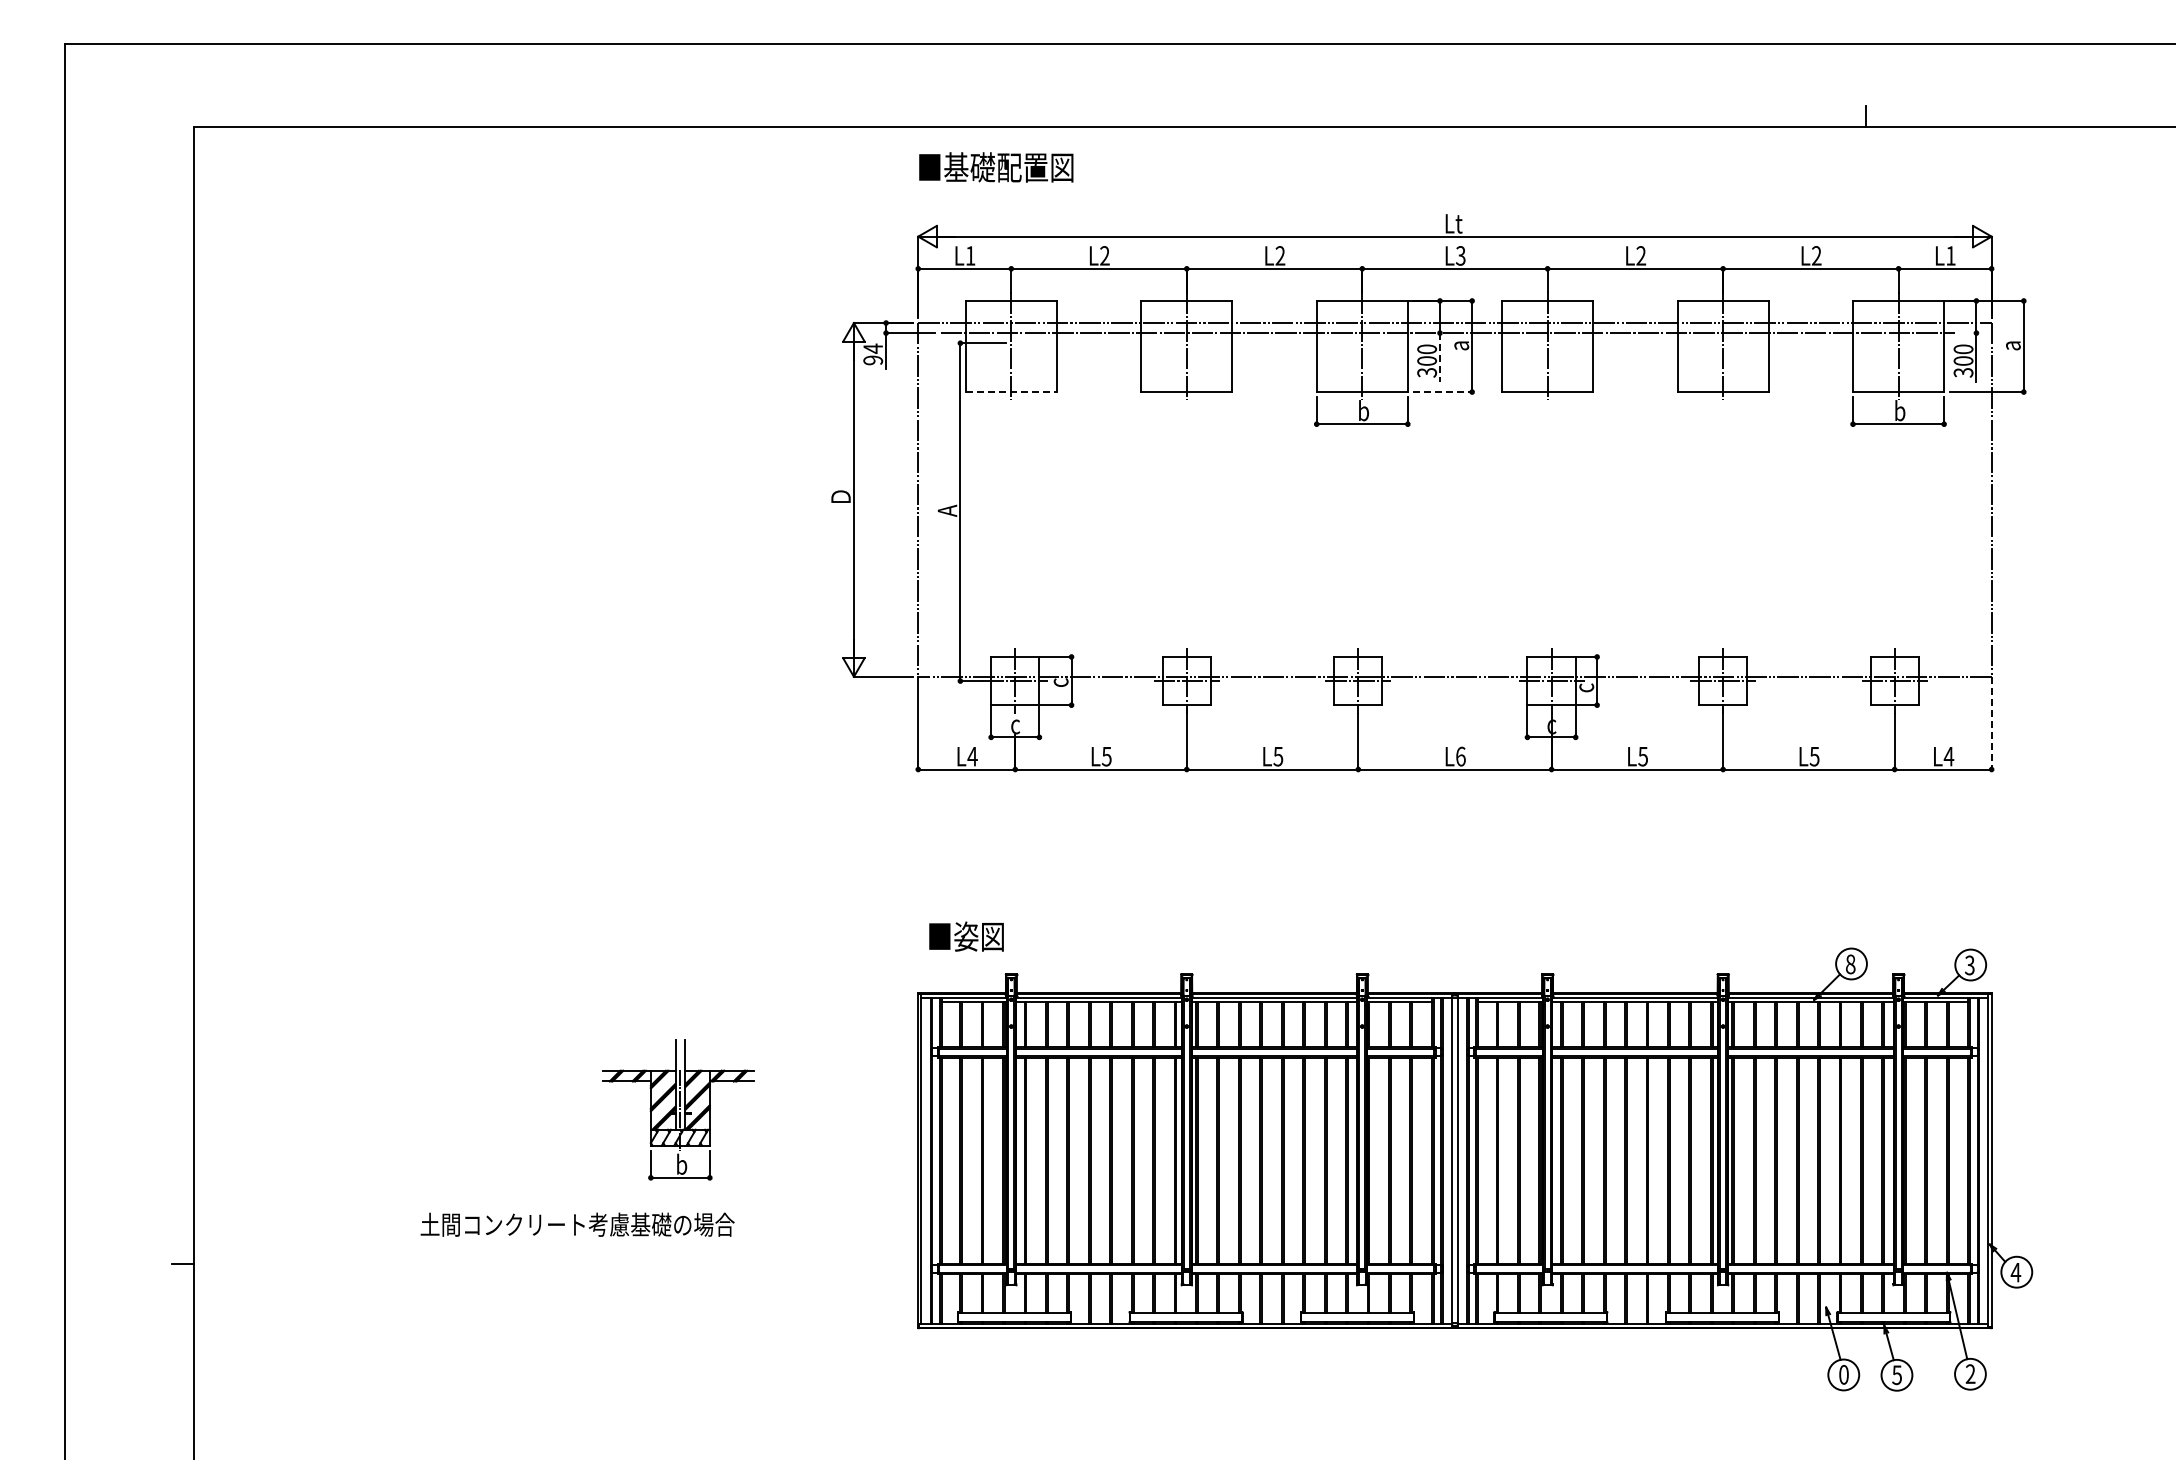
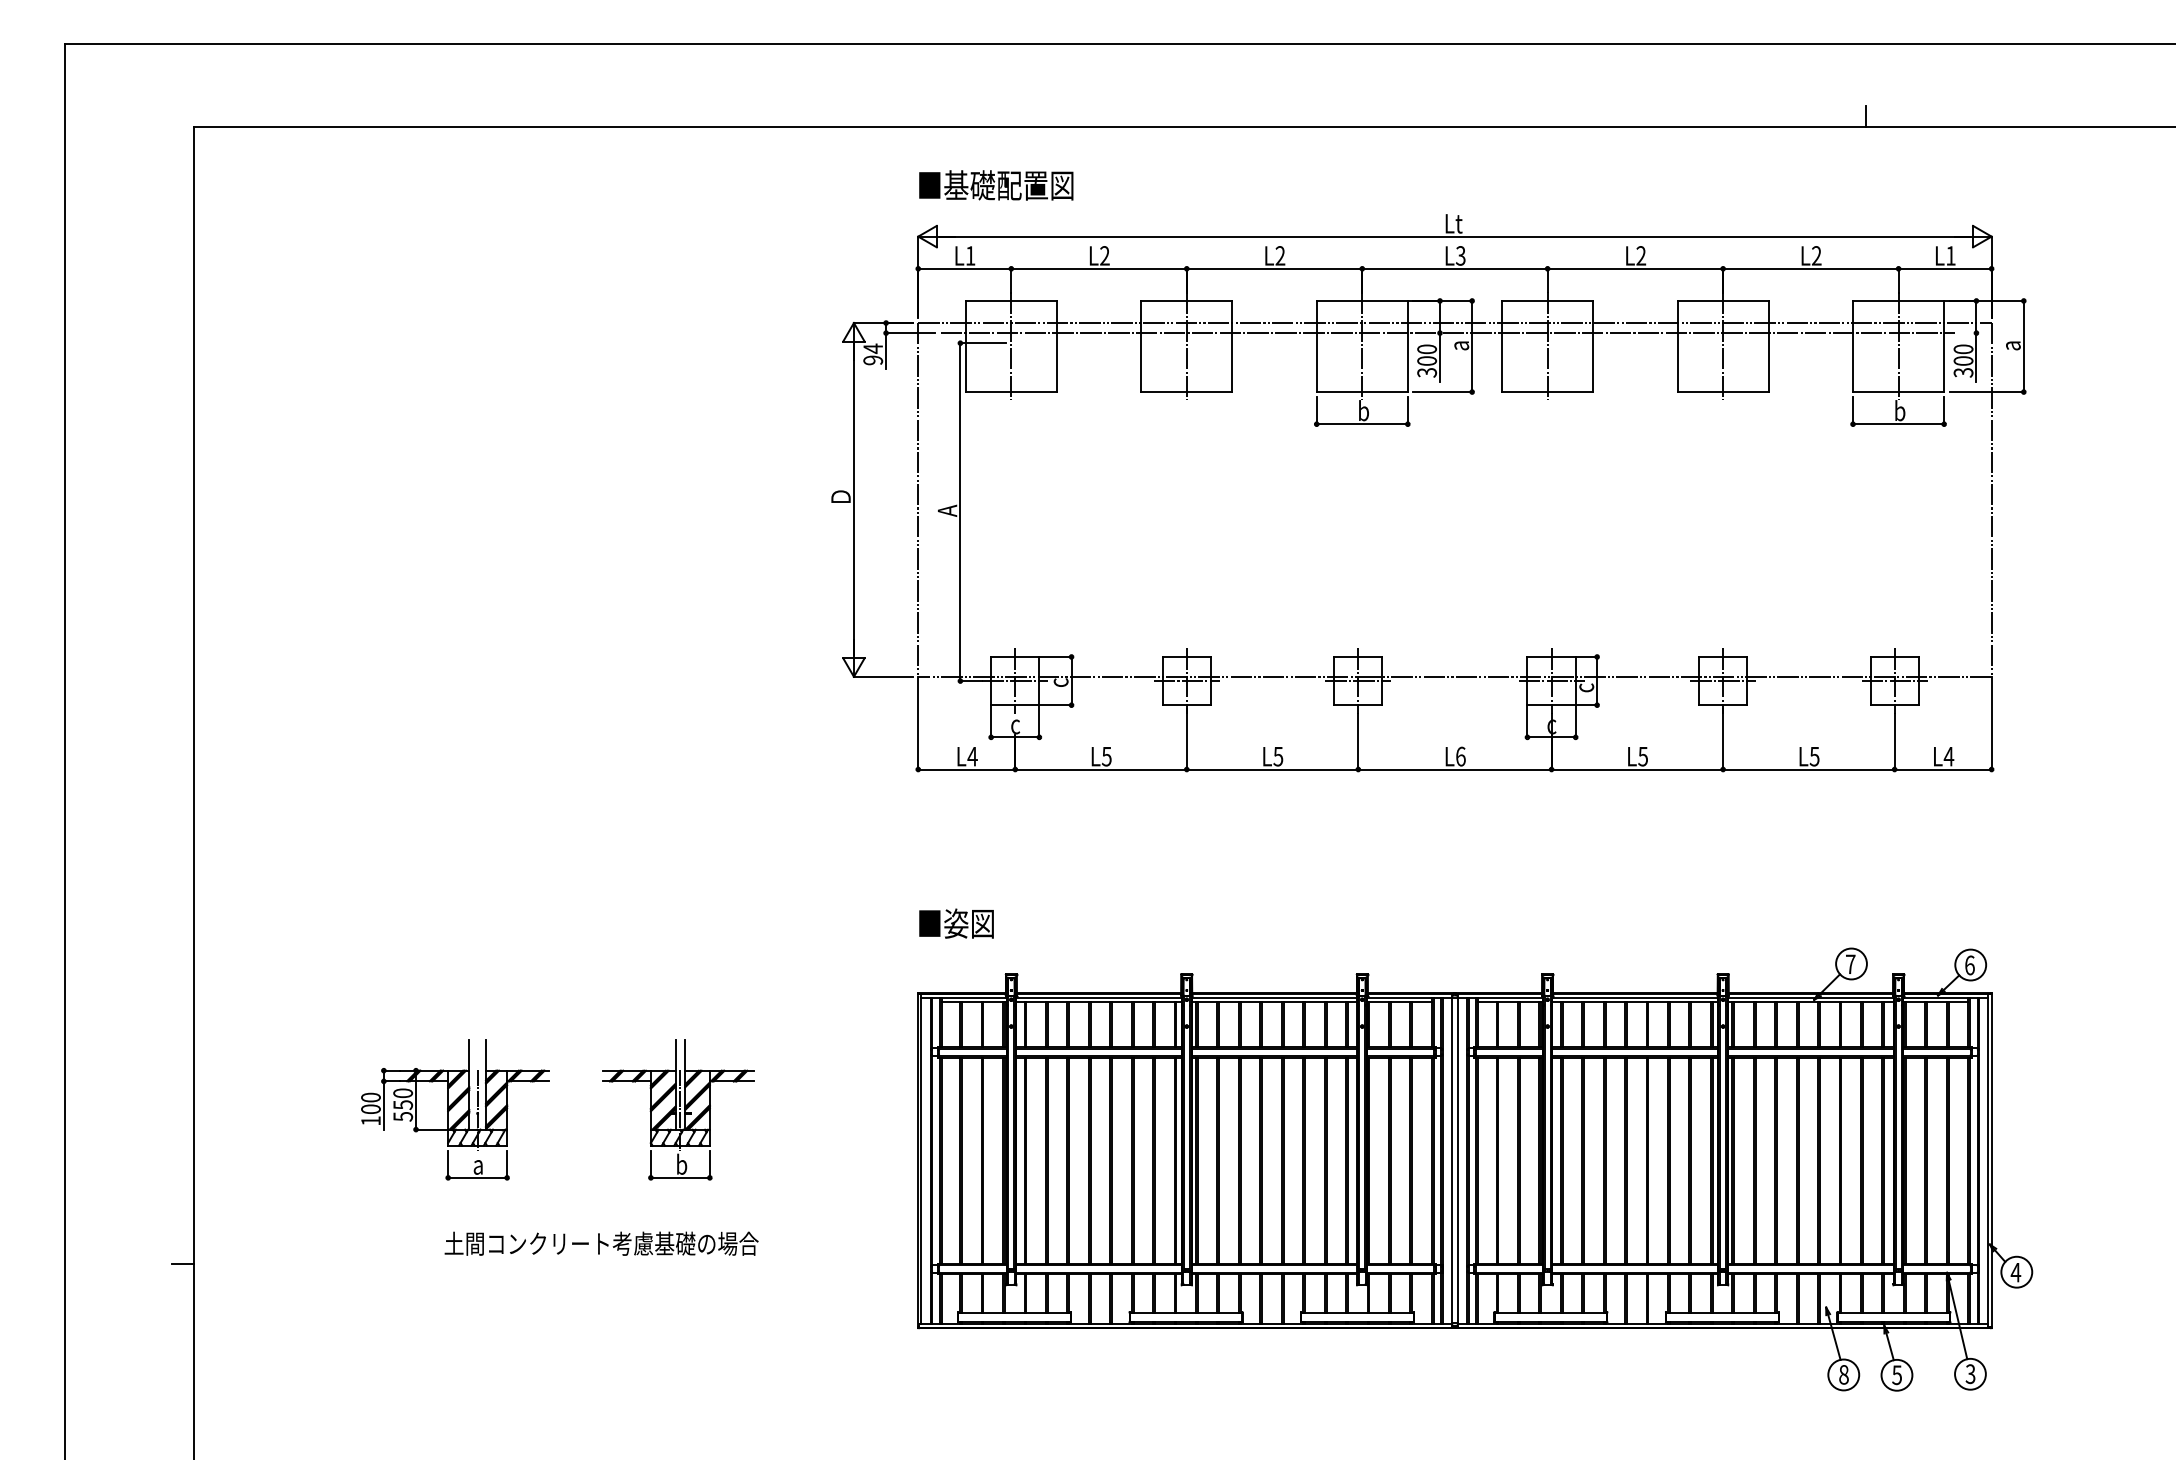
text at (996, 167) position: (996, 167) -> (996, 185)
line at (1440, 357): dashed -> solid
line at (1011, 392): dashed -> solid
line at (1442, 392): dashed -> solid
line at (1991, 723): dashed -> solid
text at (966, 936) position: (966, 936) -> (956, 923)
text at (1850, 964): 8 -> 7
text at (1969, 965): 3 -> 6
part at (455, 1109): none -> present
text at (577, 1224) position: (577, 1224) -> (601, 1243)
text at (1843, 1374): 0 -> 8
text at (1970, 1374): 2 -> 3
